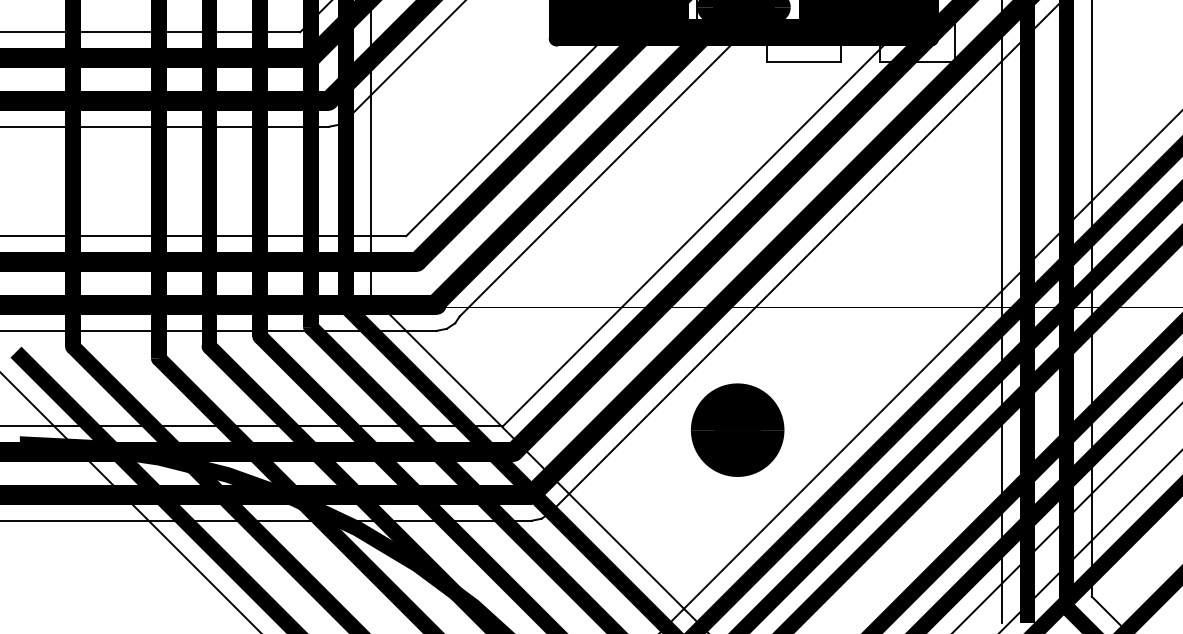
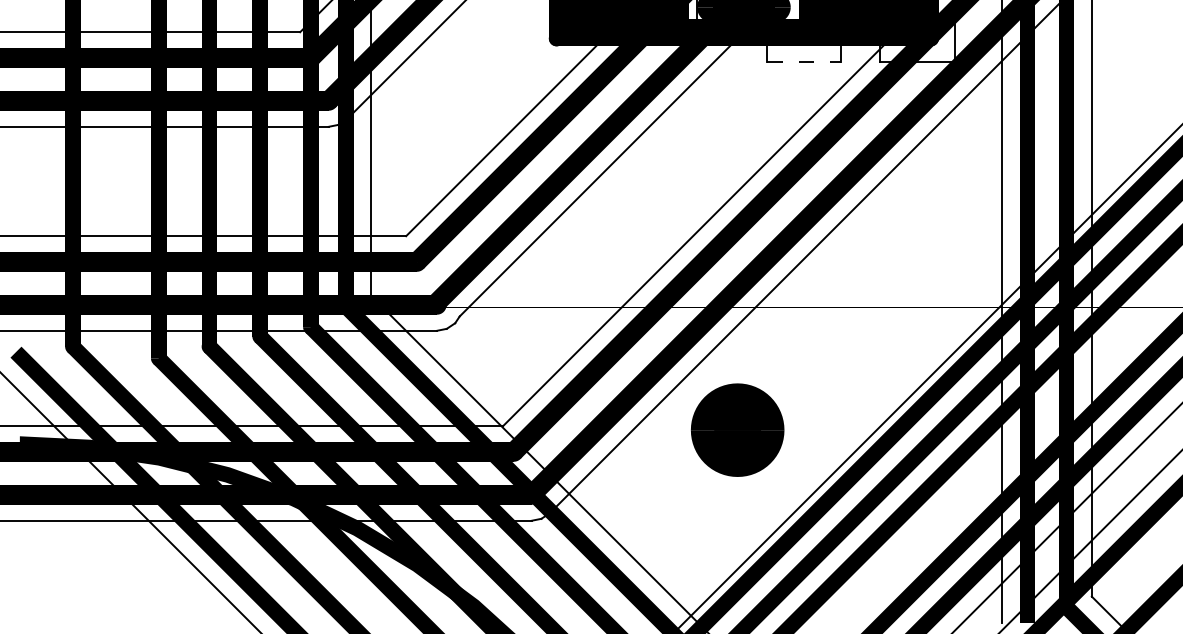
line at (804, 61): solid -> dashed
line at (920, 371) position: (920, 371) -> (927, 378)
